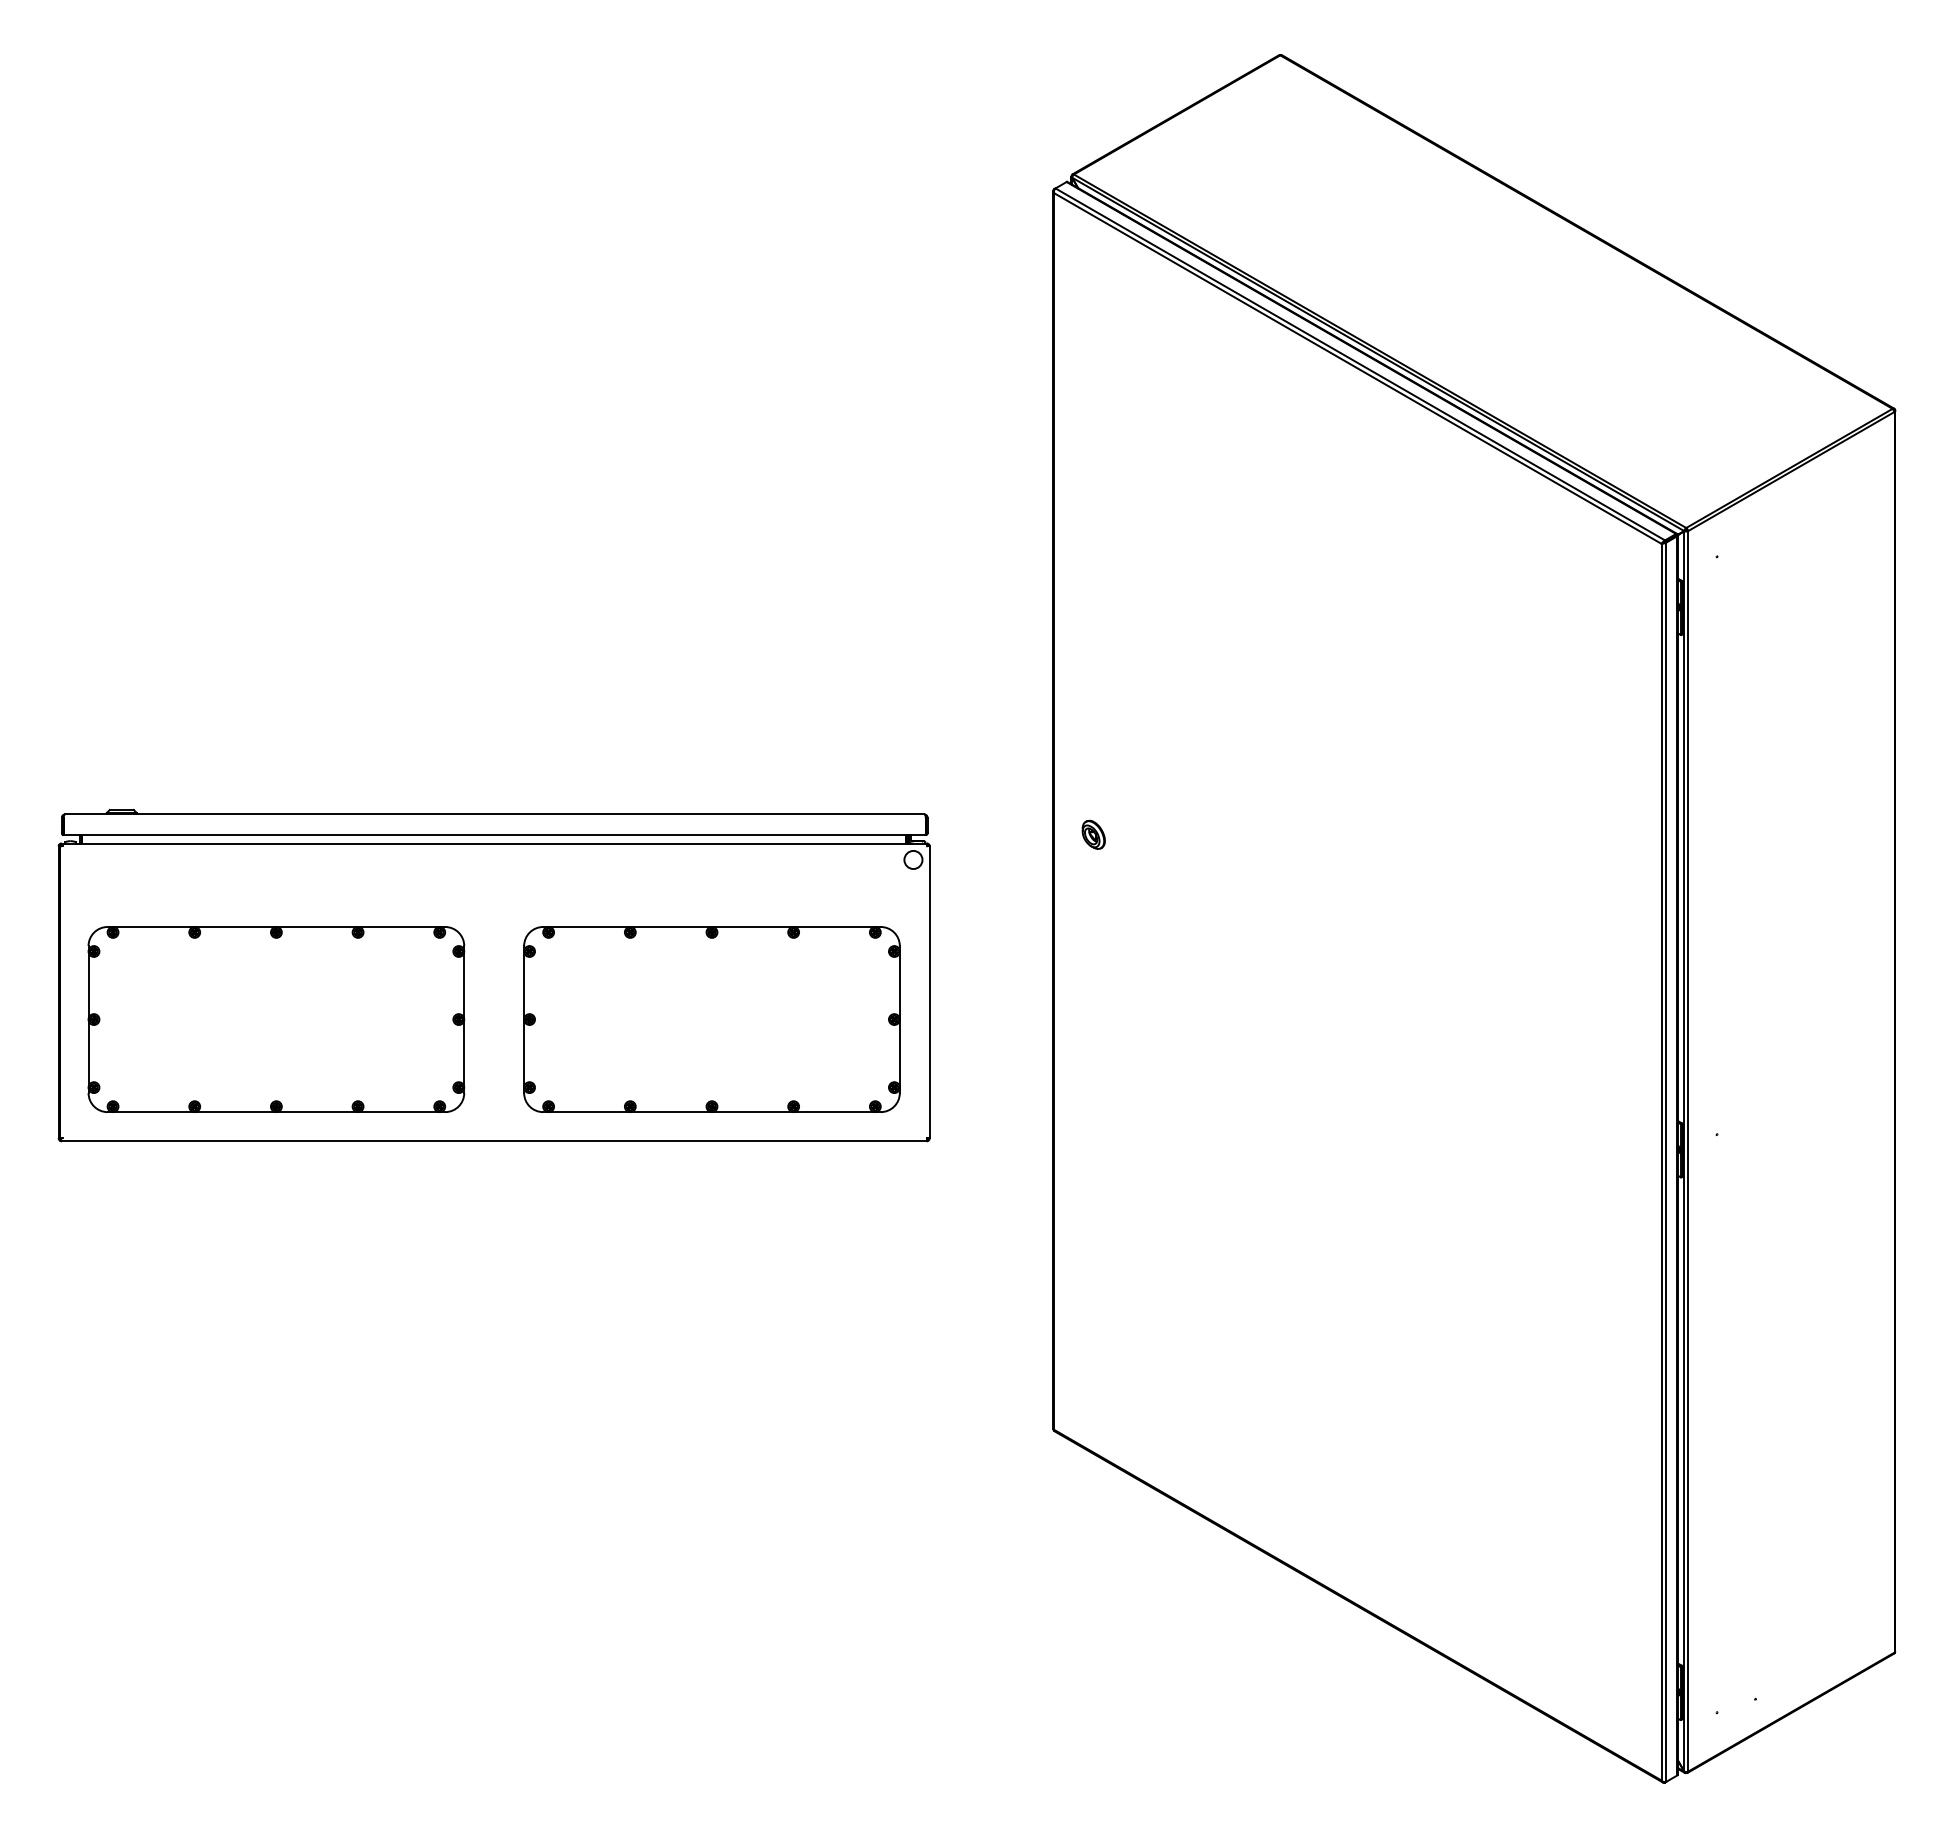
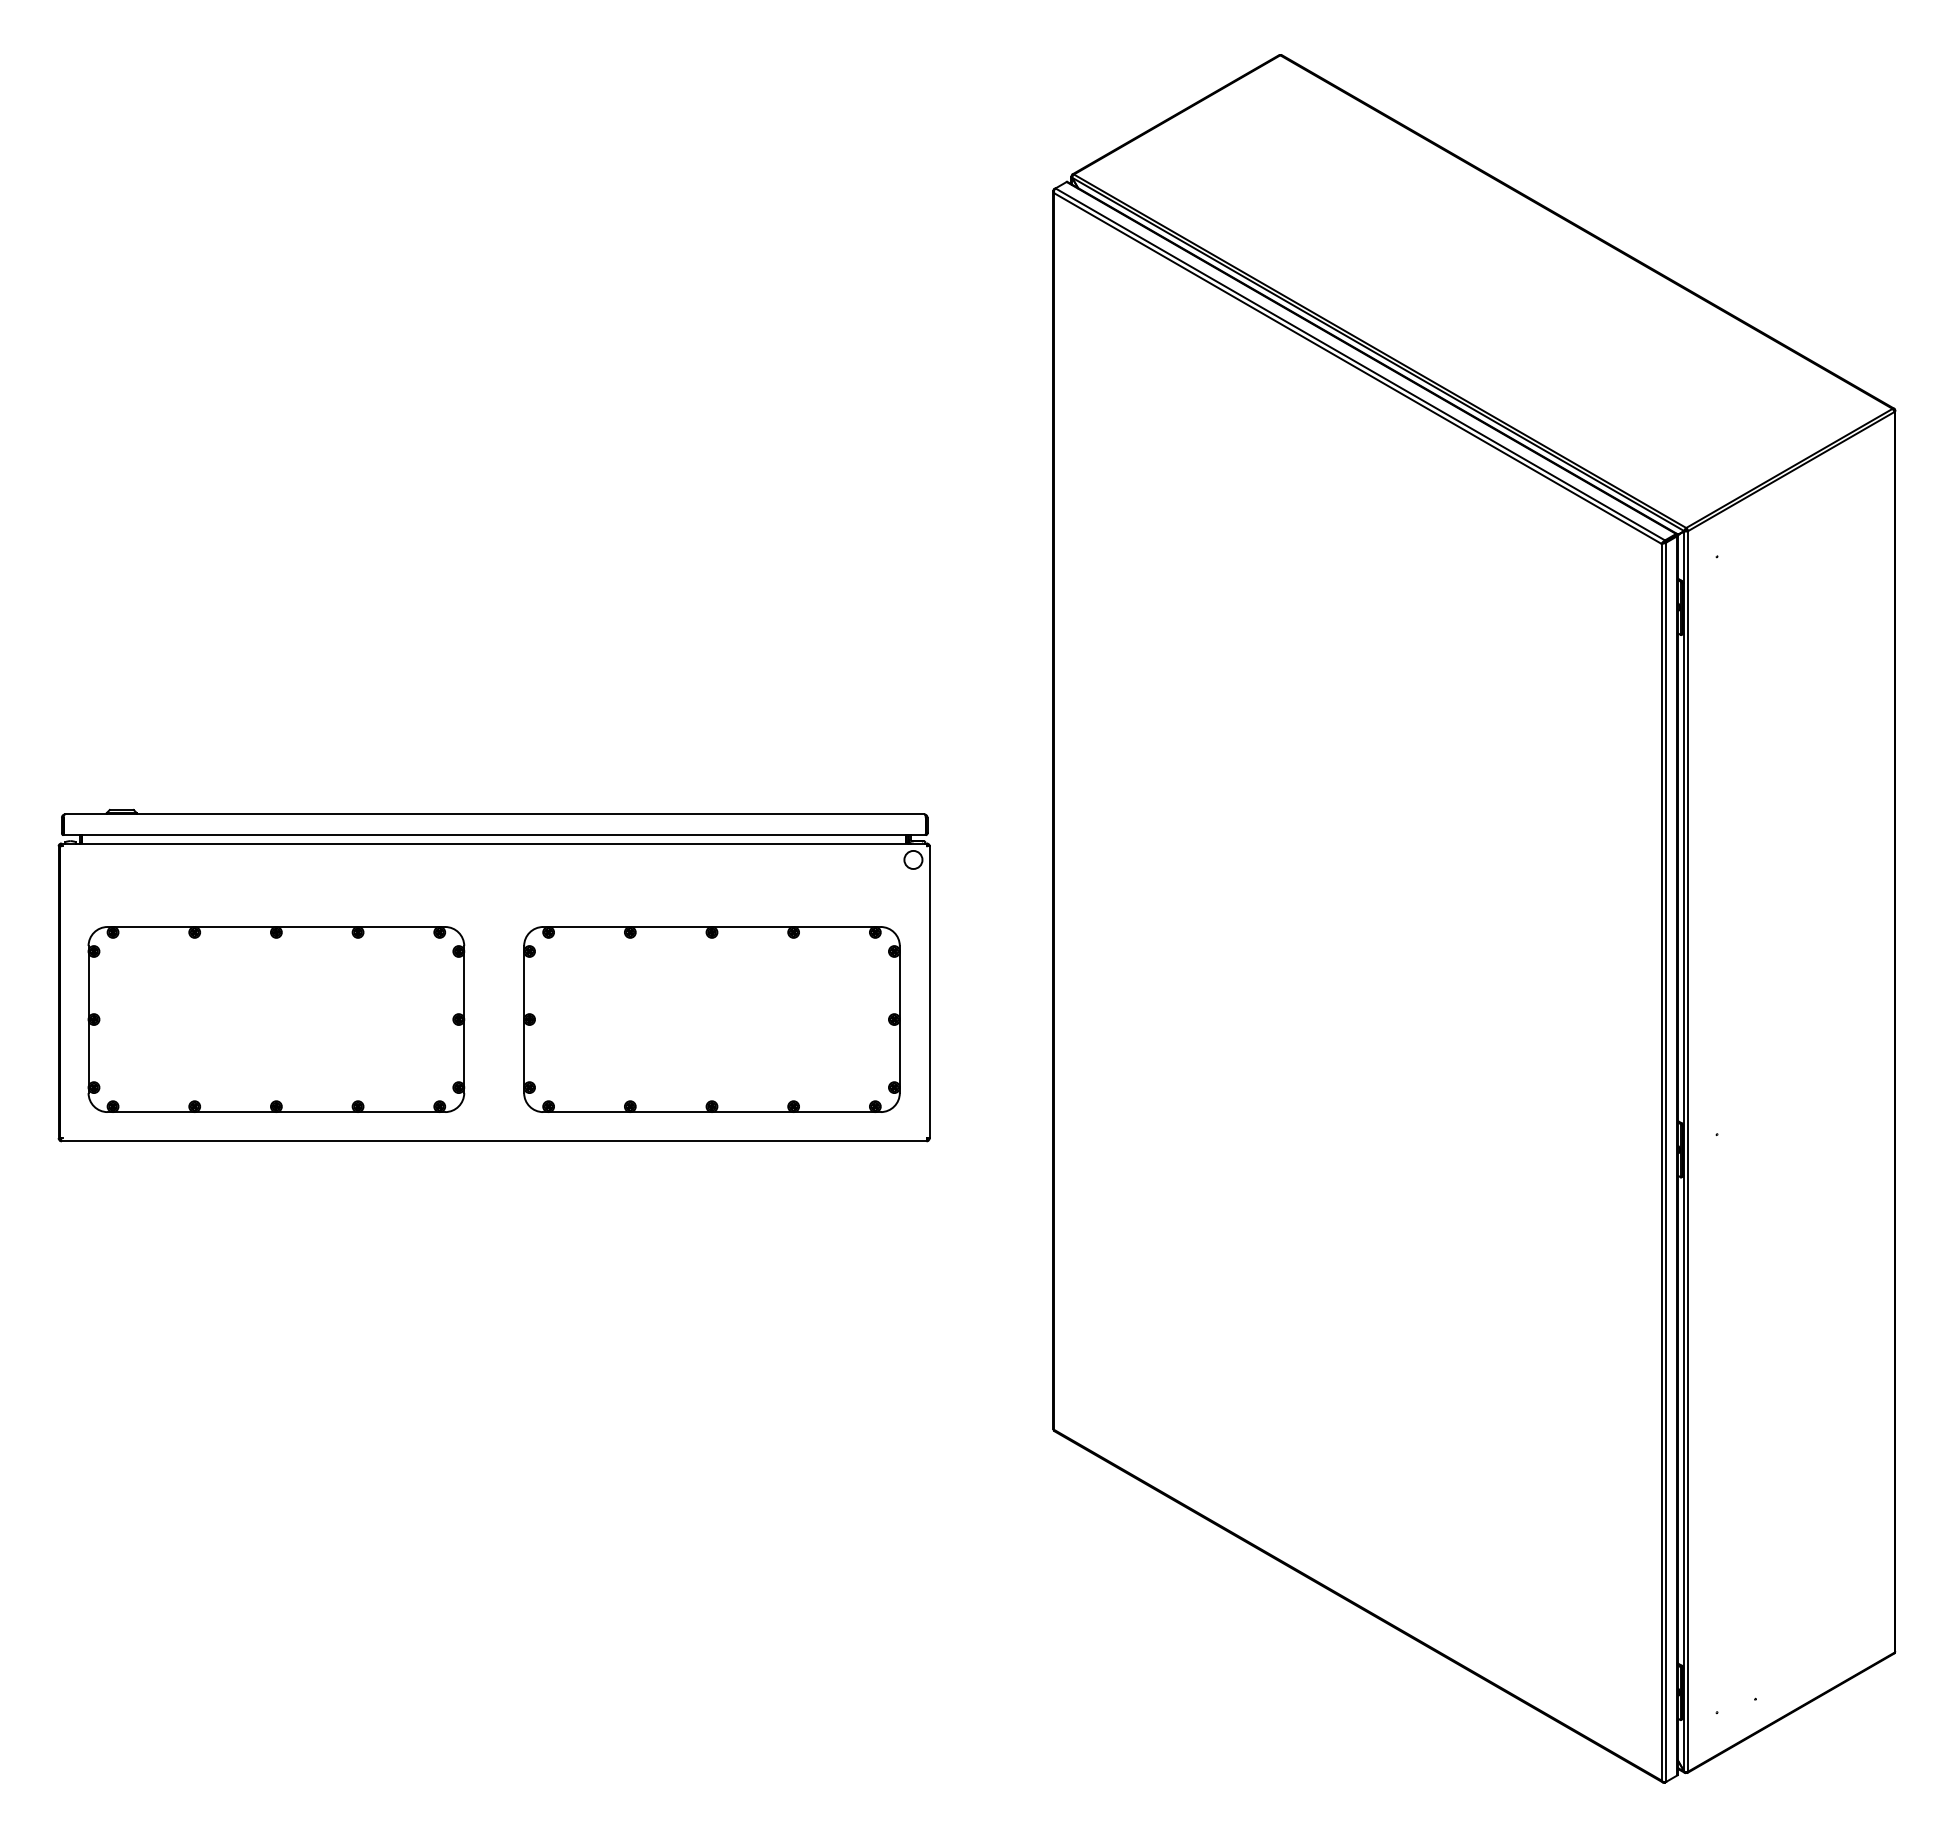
part at (1093, 834): present -> none
